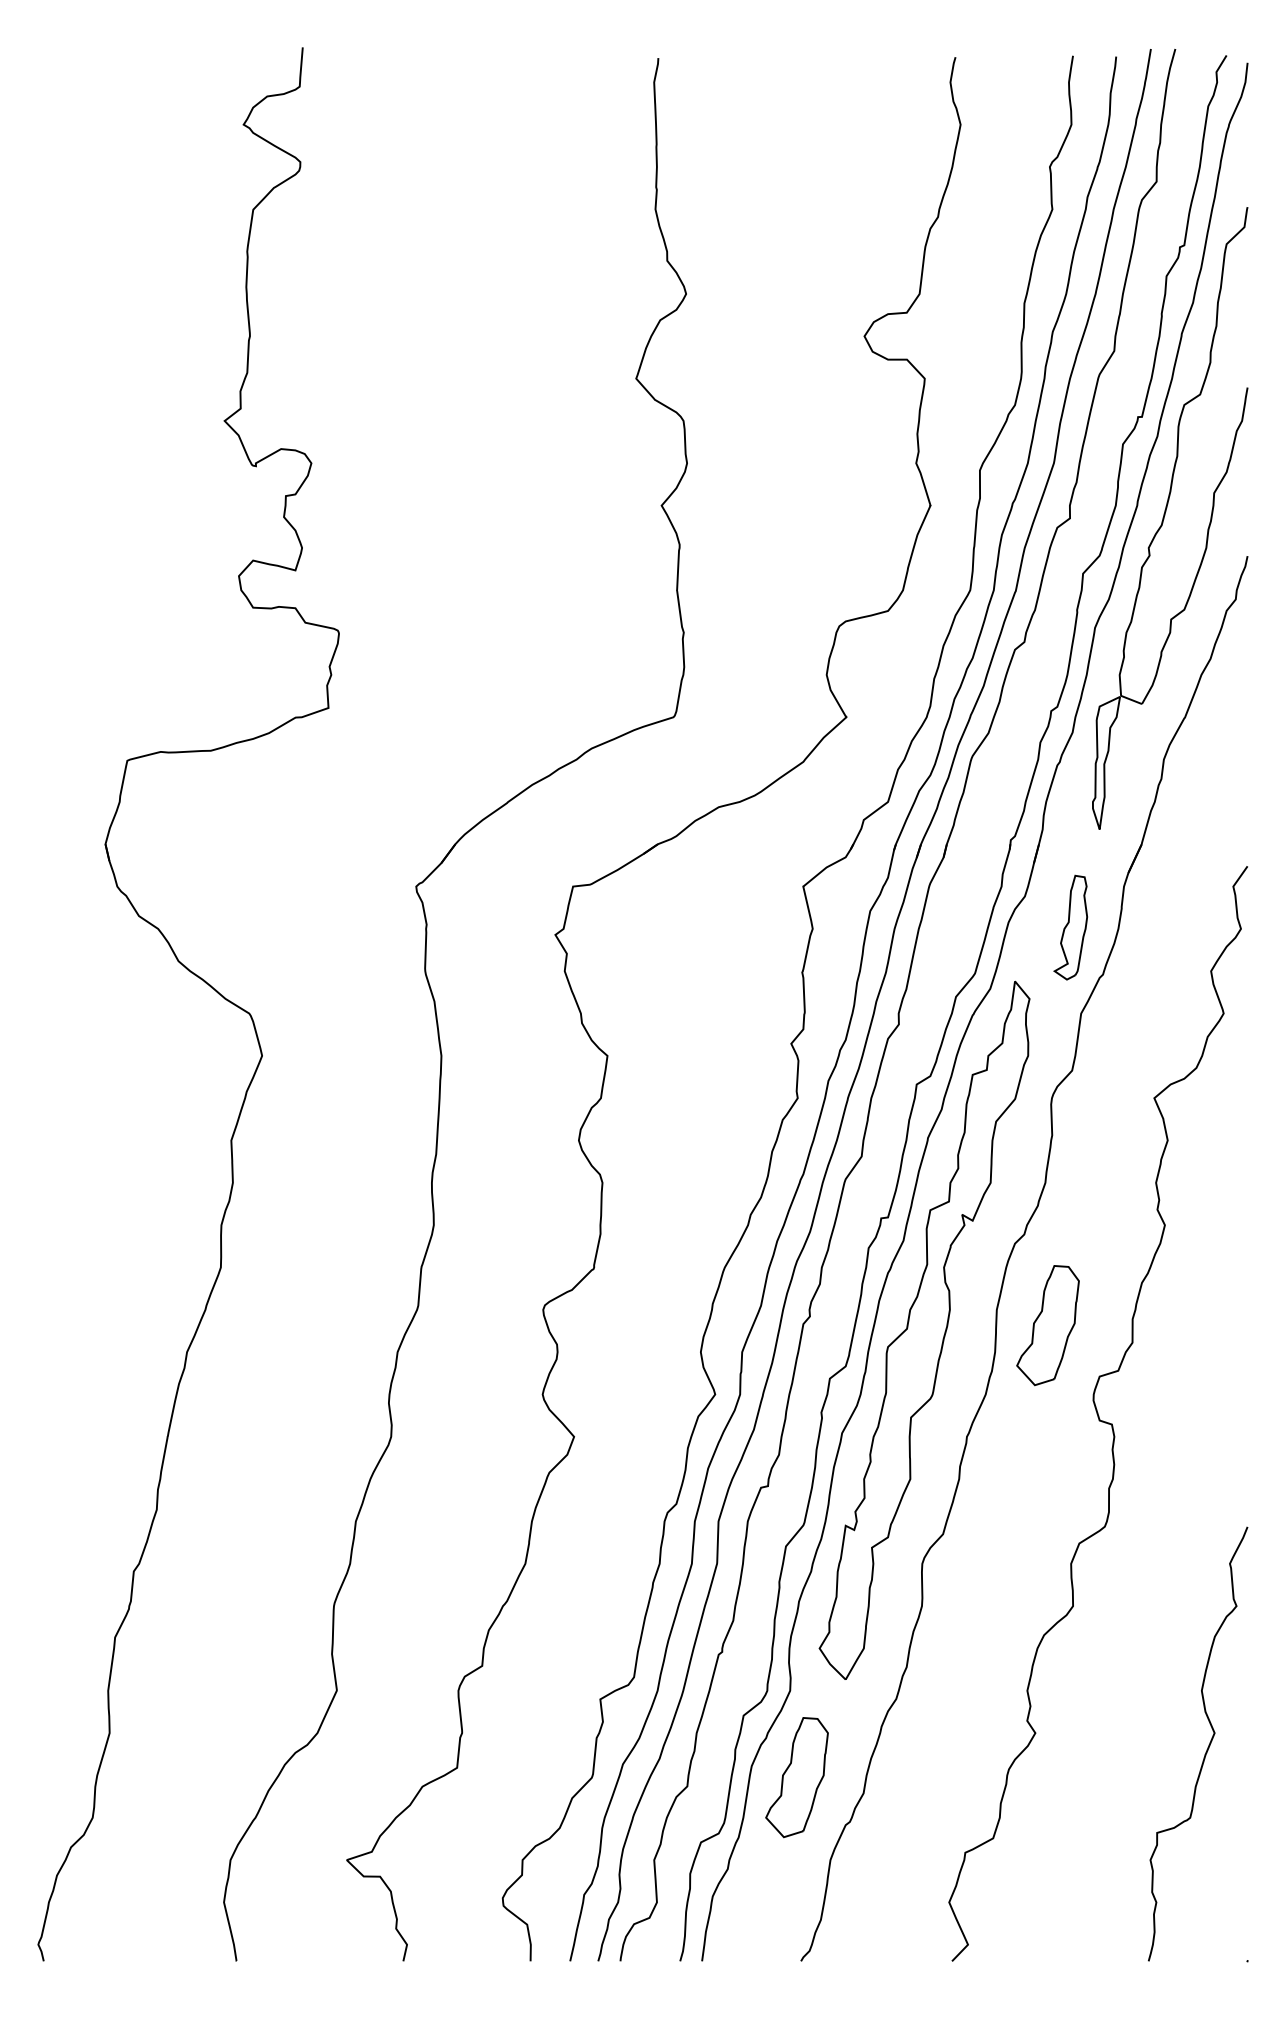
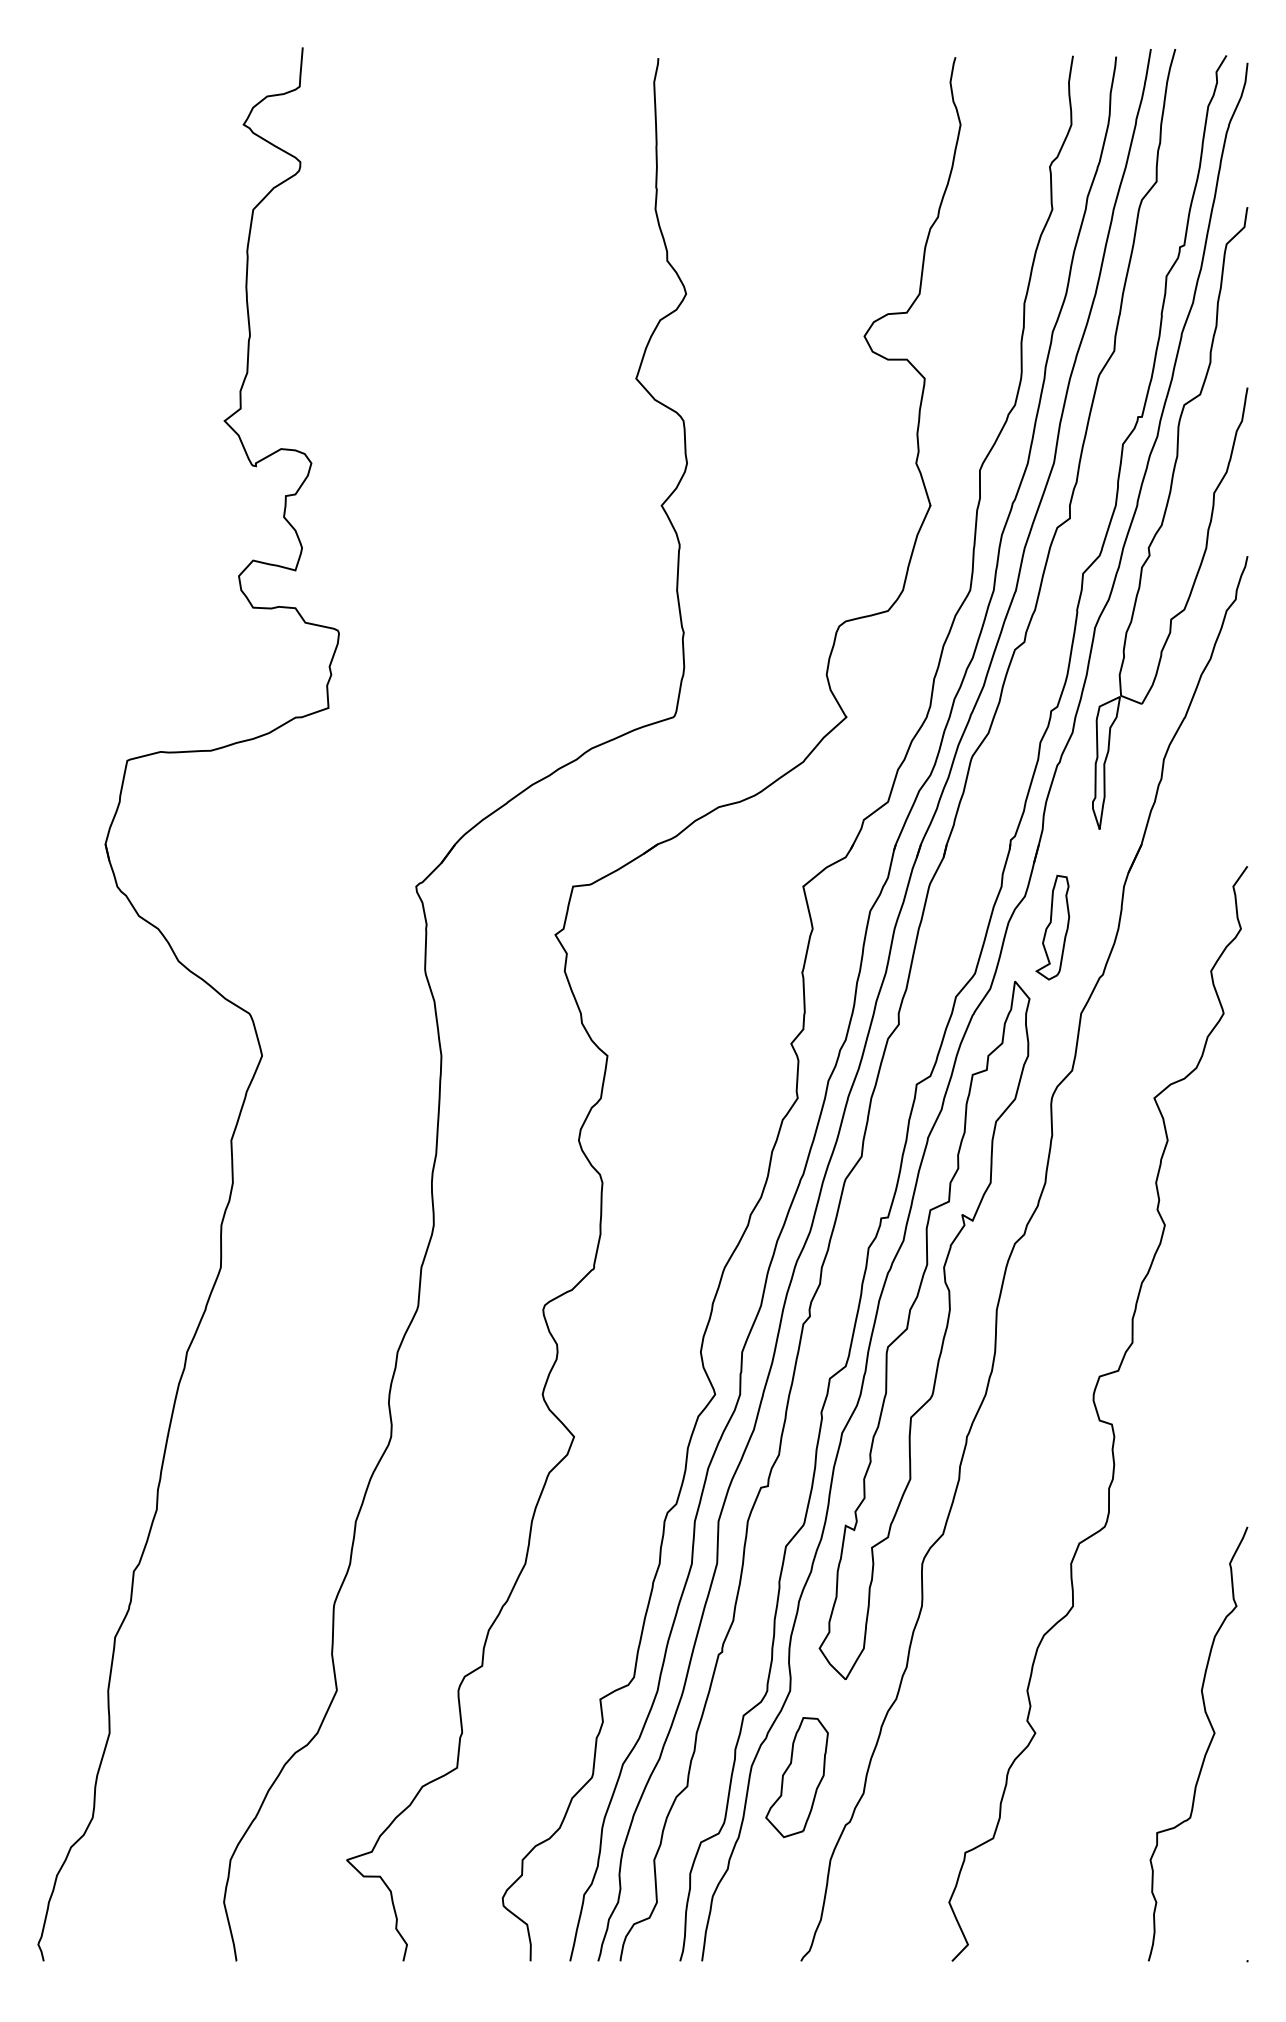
part at (1070, 927) position: (1070, 927) -> (1052, 927)
part at (1047, 1325): present -> none
